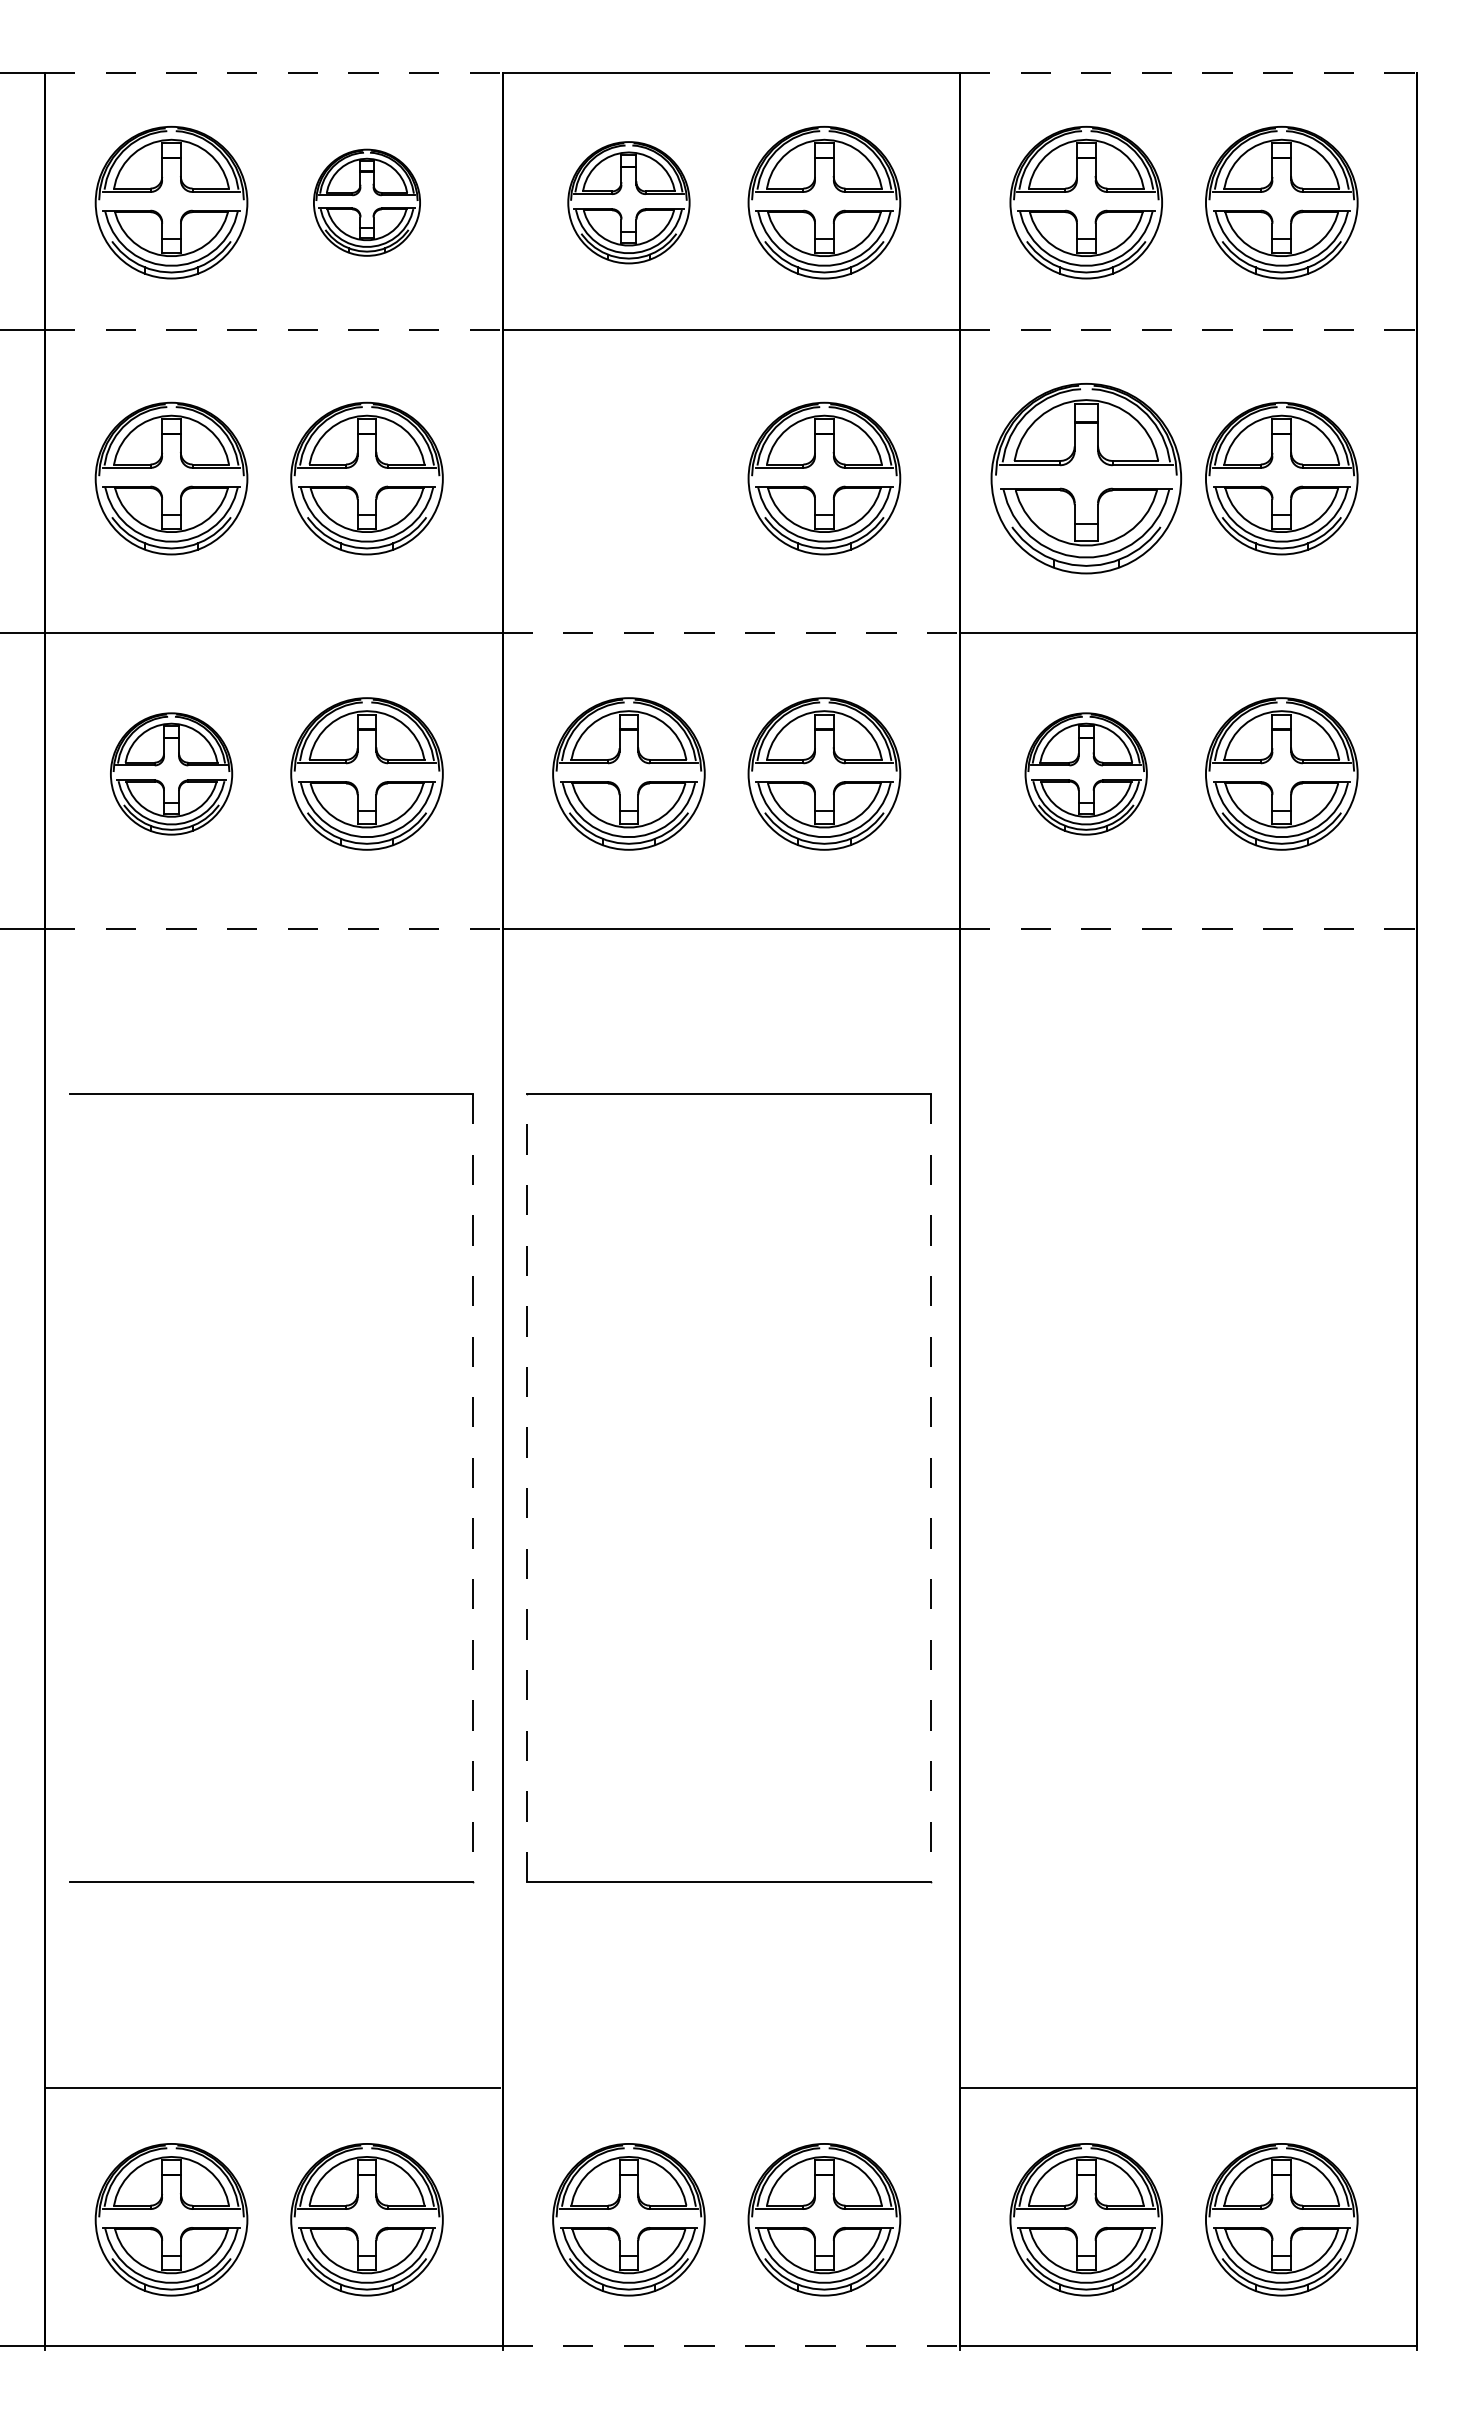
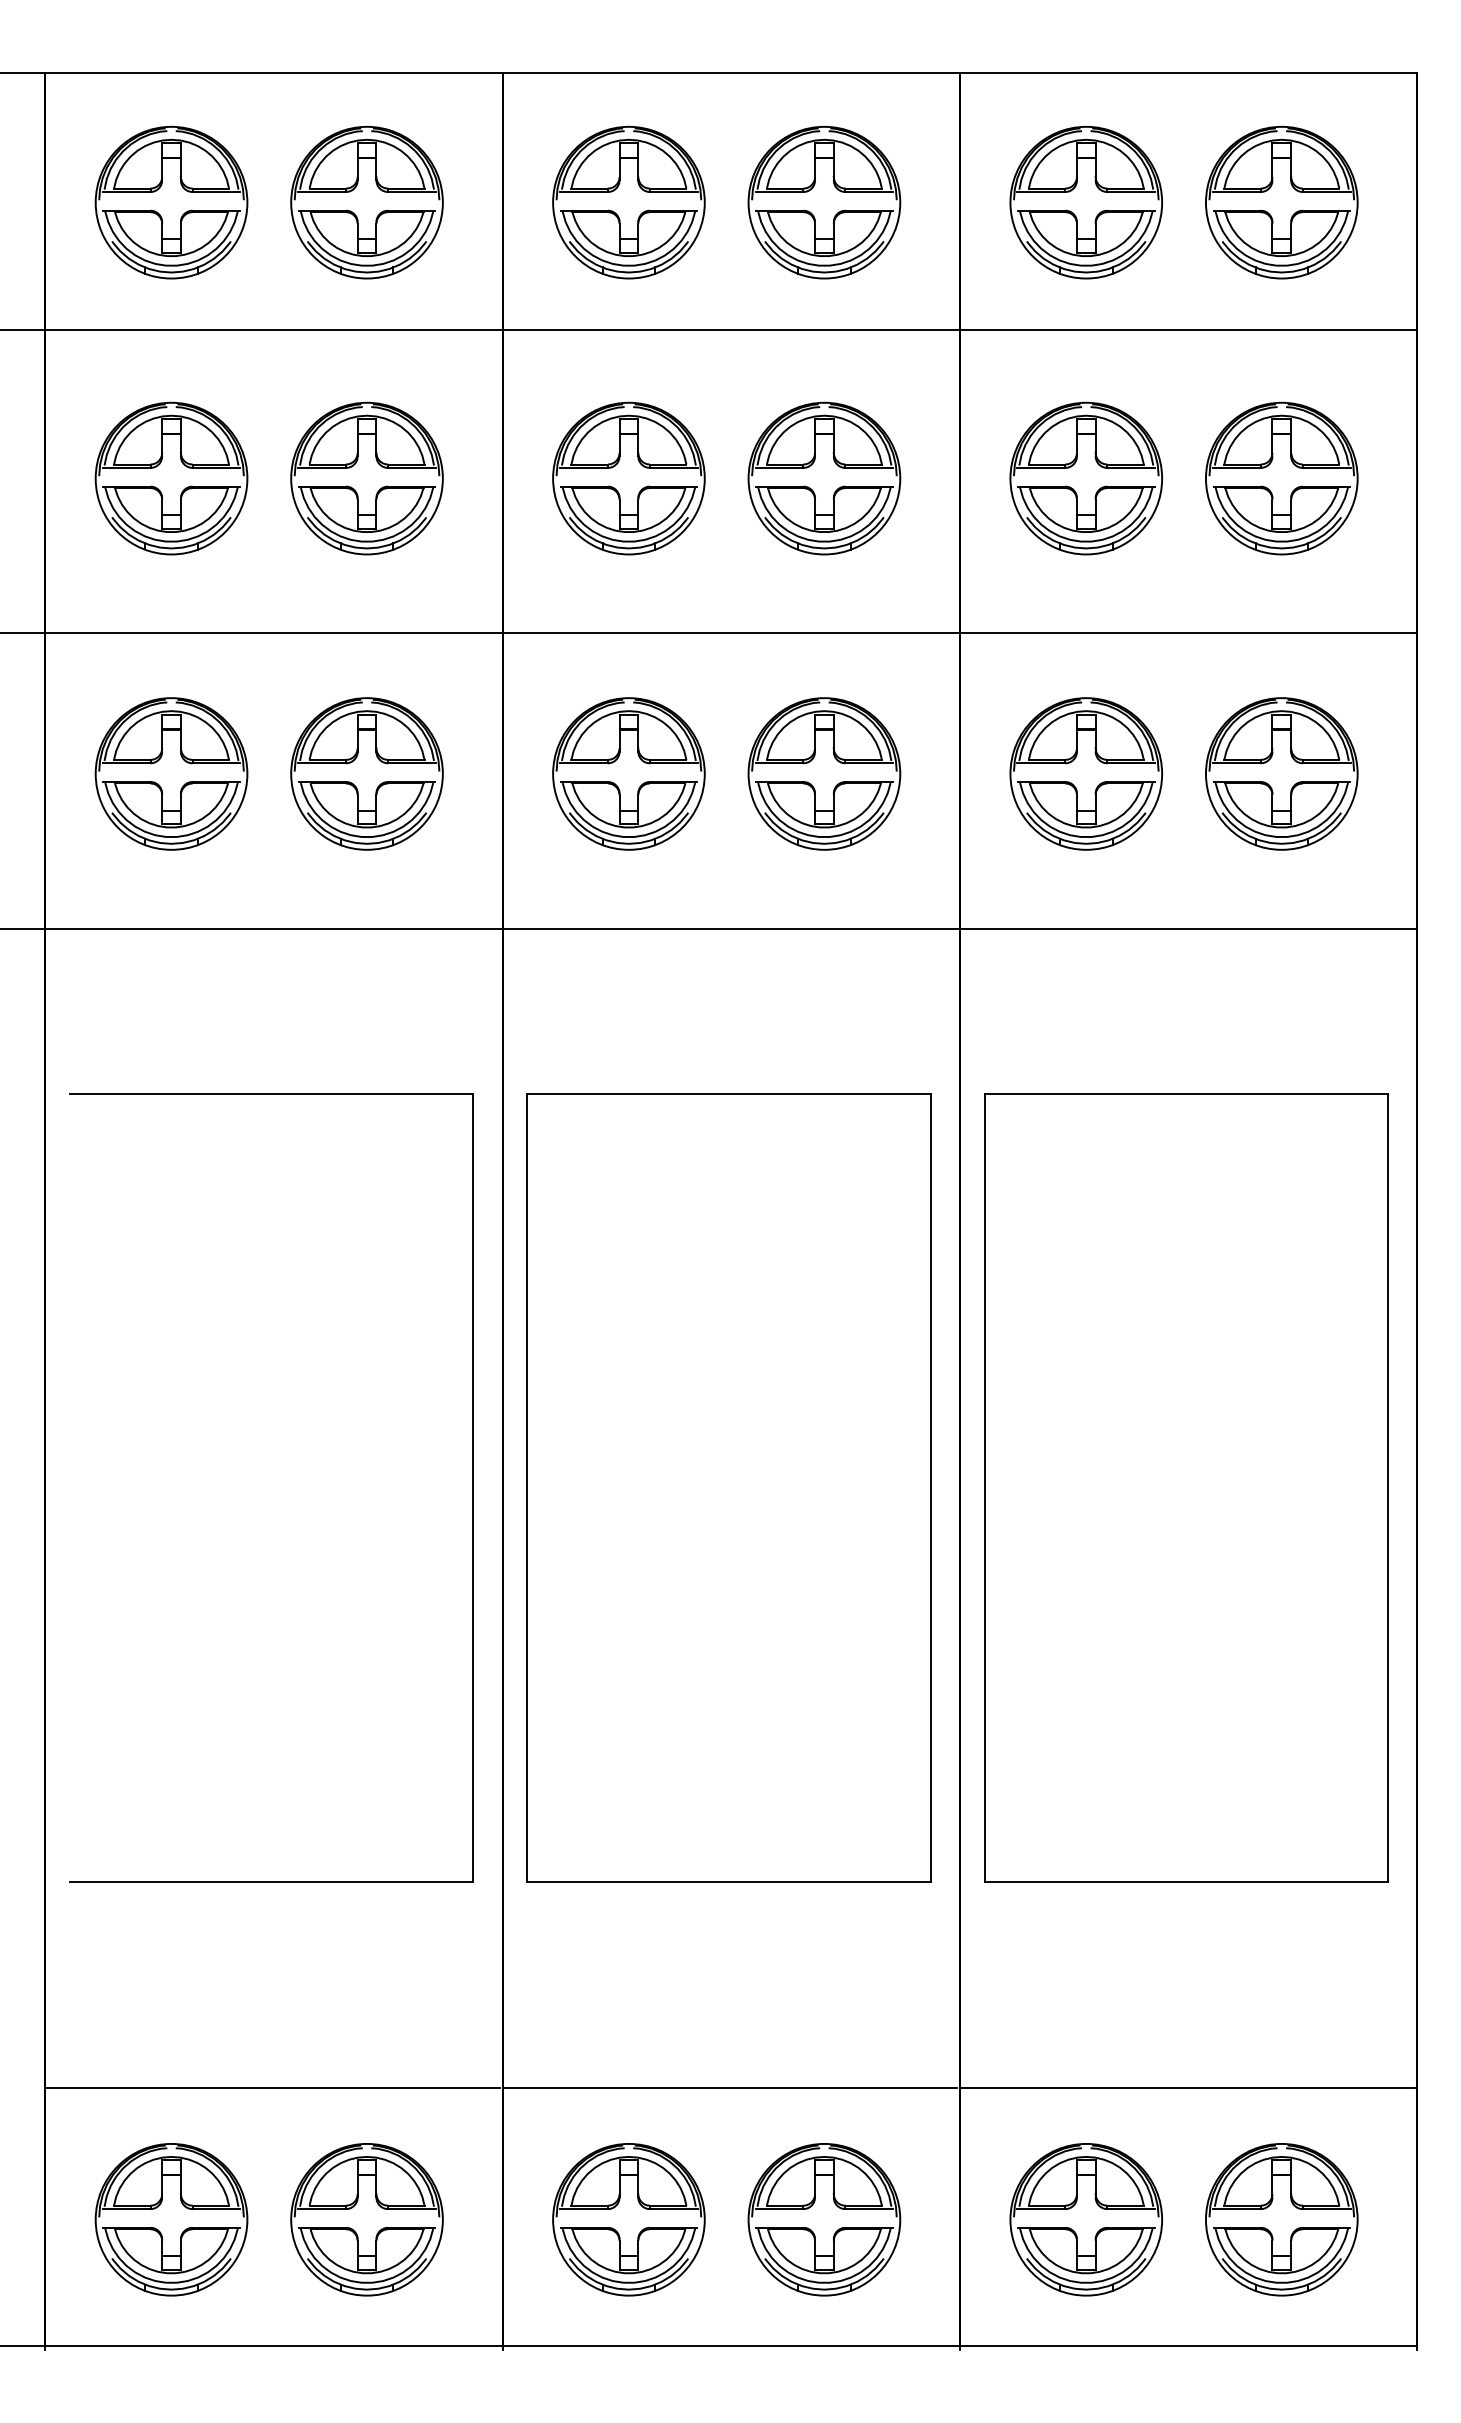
line at (273, 72): dashed -> solid
line at (1188, 72): dashed -> solid
part at (366, 202) size: 108x109 px -> 154x154 px
part at (628, 202) size: 124x124 px -> 154x154 px
line at (273, 330): dashed -> solid
line at (1188, 330): dashed -> solid
part at (628, 478): none -> present
part at (1086, 478) size: 193x192 px -> 154x155 px
line at (731, 633): dashed -> solid
part at (171, 773) size: 124x124 px -> 155x154 px
part at (1085, 773) size: 124x124 px -> 154x154 px
line at (273, 928): dashed -> solid
line at (1188, 928): dashed -> solid
line at (527, 1487): dashed -> solid
part at (1186, 1487): none -> present
line at (473, 1488): dashed -> solid
line at (930, 1488): dashed -> solid
line at (729, 2088): none -> present
line at (731, 2346): dashed -> solid
